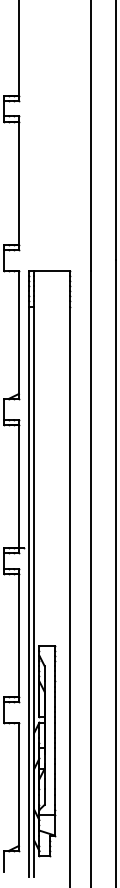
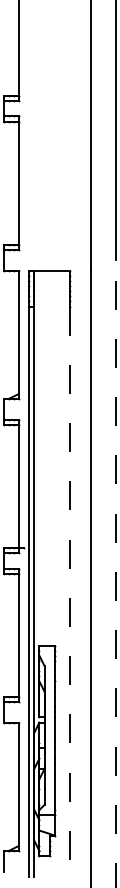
line at (116, 573): solid -> dashed
line at (70, 597): solid -> dashed
